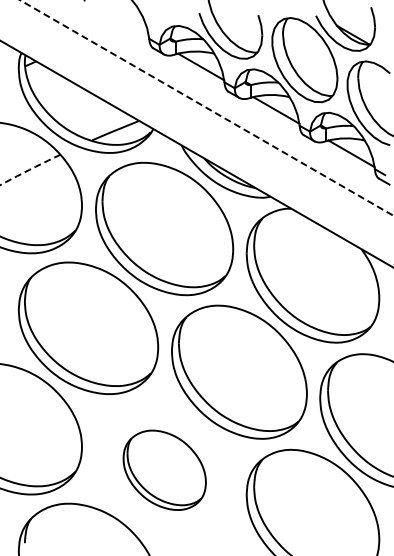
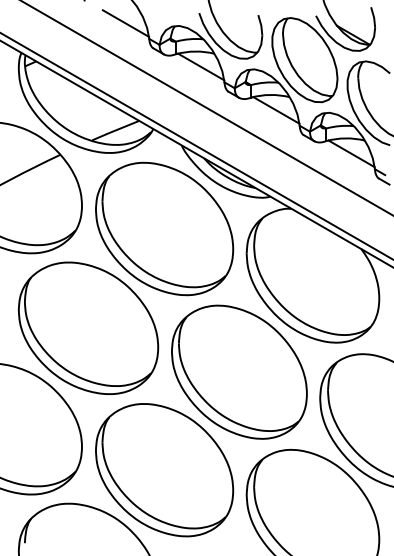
line at (125, 23): none -> present
line at (206, 107): dashed -> solid
line at (196, 146): none -> present
arc at (30, 169): dashed -> solid
part at (164, 469) size: 85x82 px -> 140x135 px
